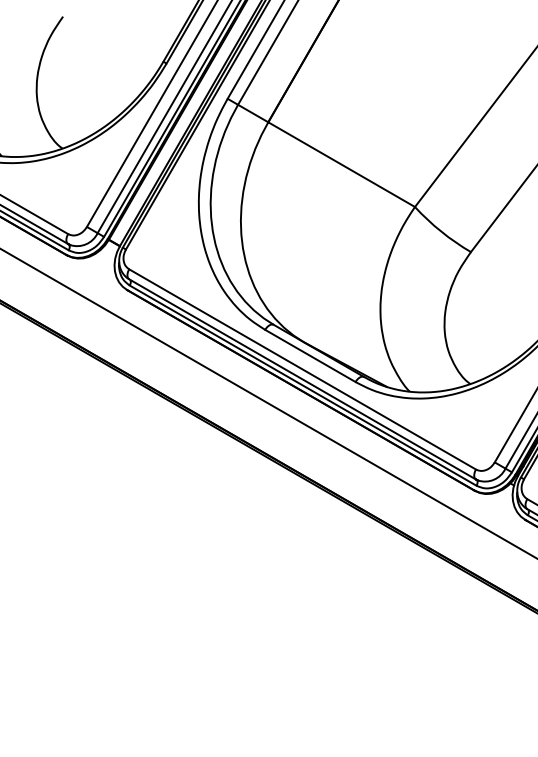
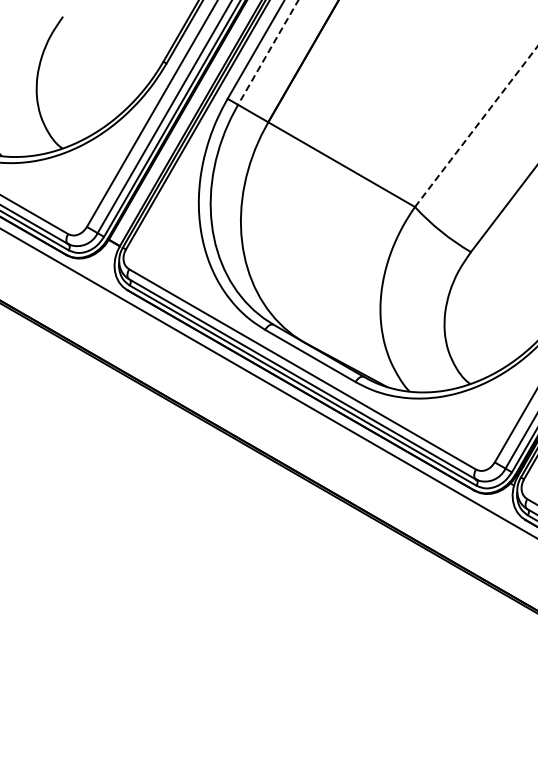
line at (267, 53): solid -> dashed
line at (476, 126): solid -> dashed
line at (268, 403) position: (268, 403) -> (268, 382)
